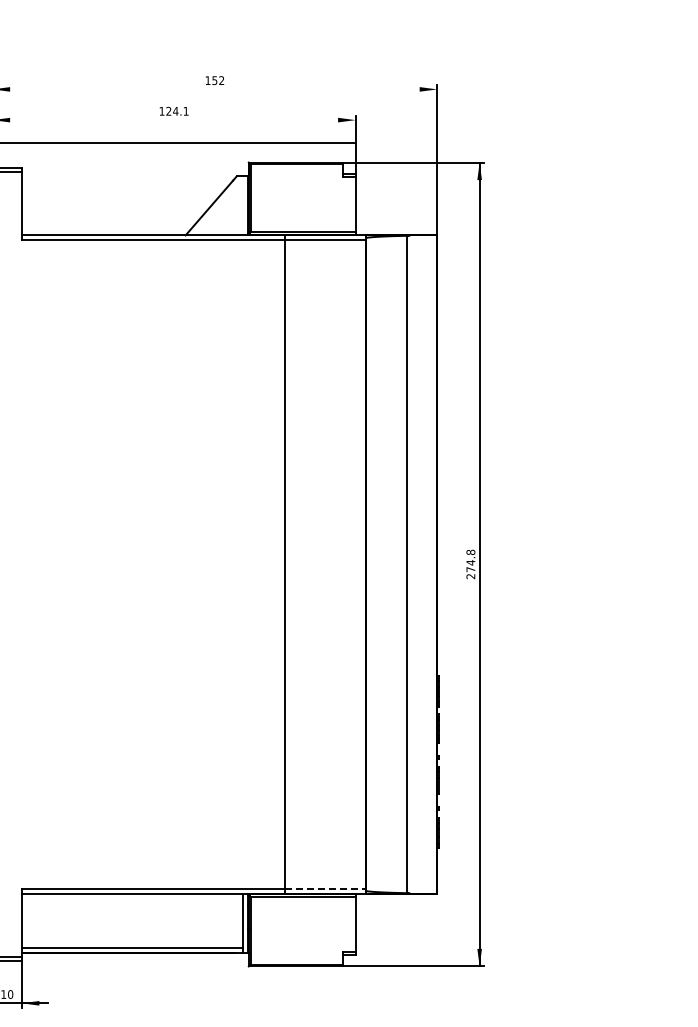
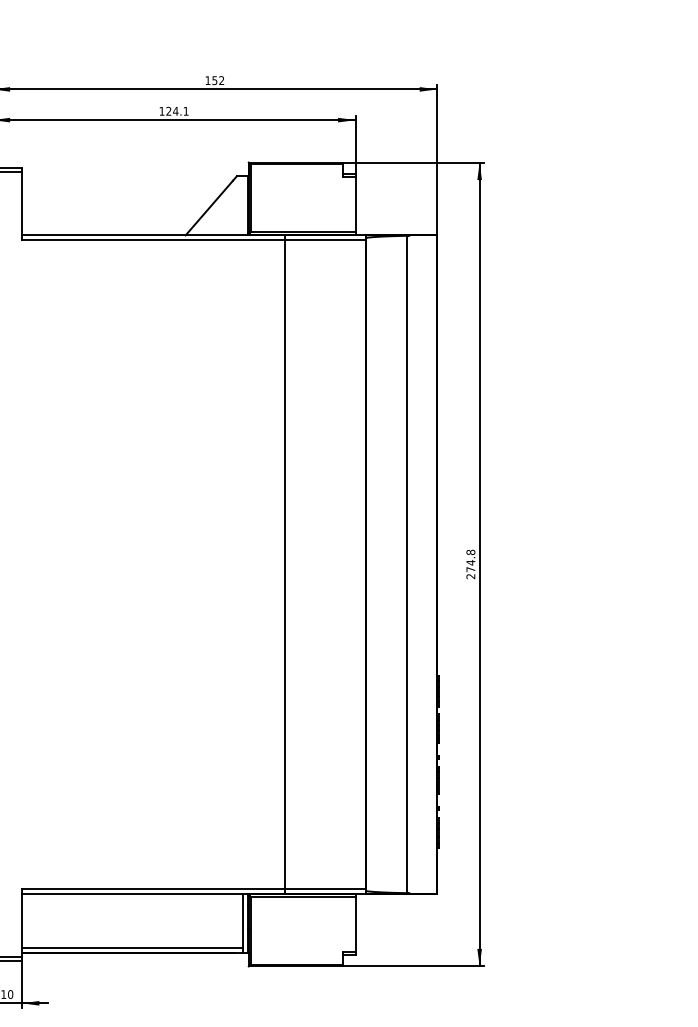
line at (219, 89): none -> present
line at (178, 143) position: (178, 143) -> (178, 120)
line at (325, 889): dashed -> solid
